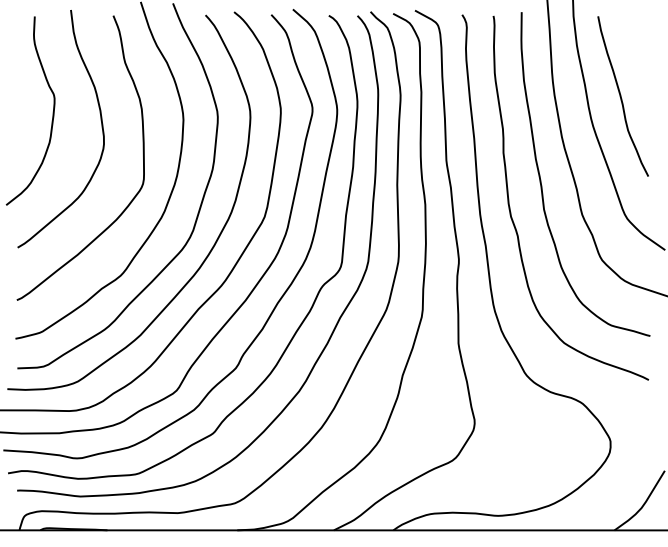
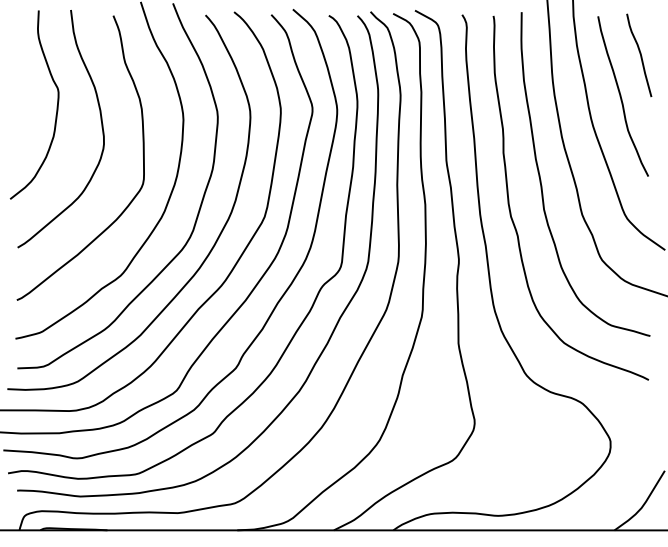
curve at (639, 54): none -> present
curve at (52, 112) position: (52, 112) -> (56, 106)
